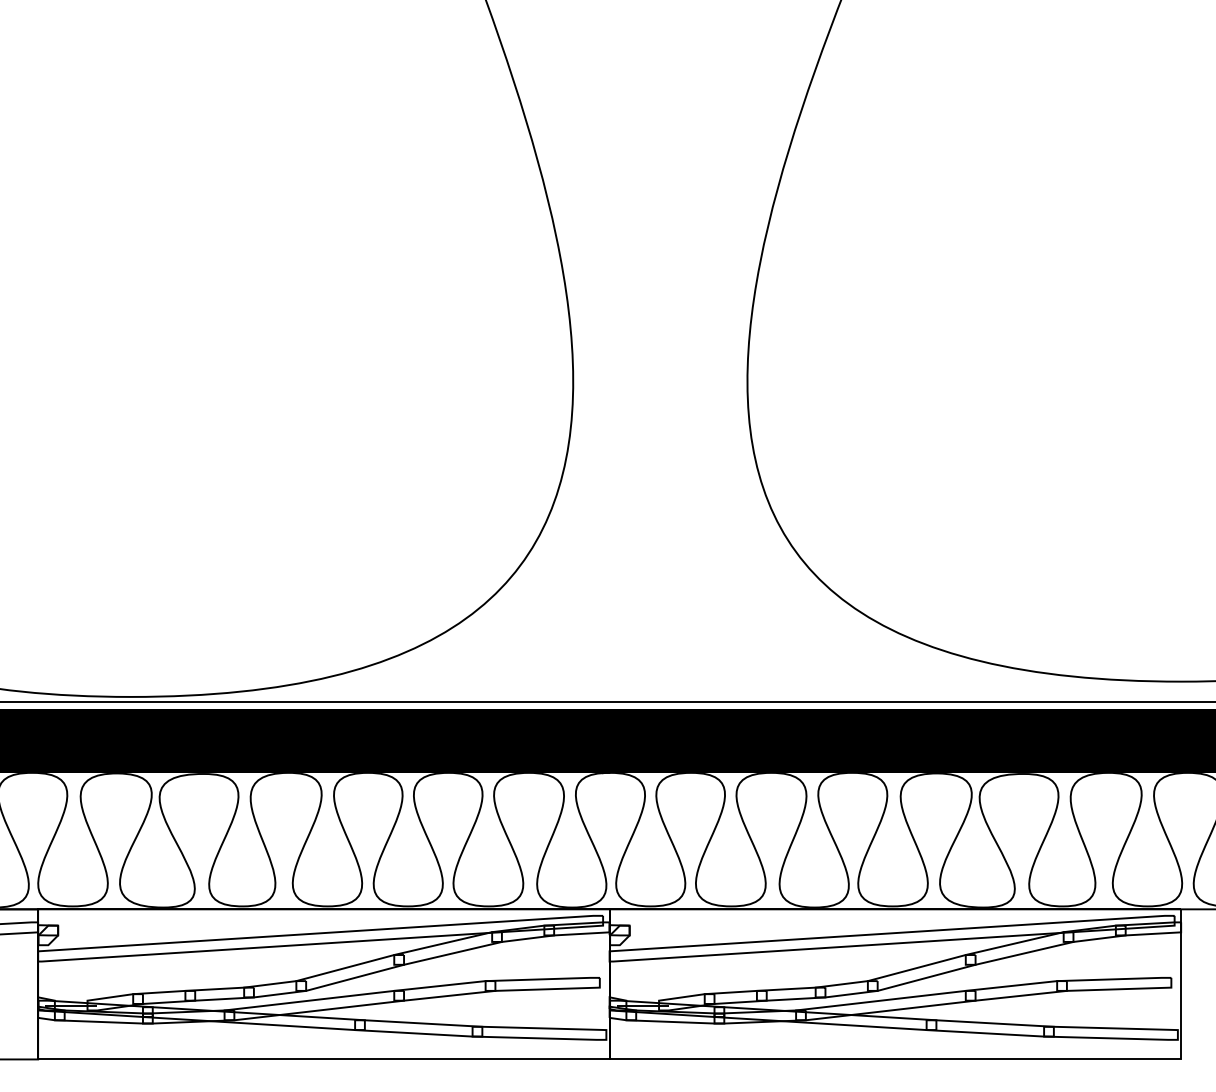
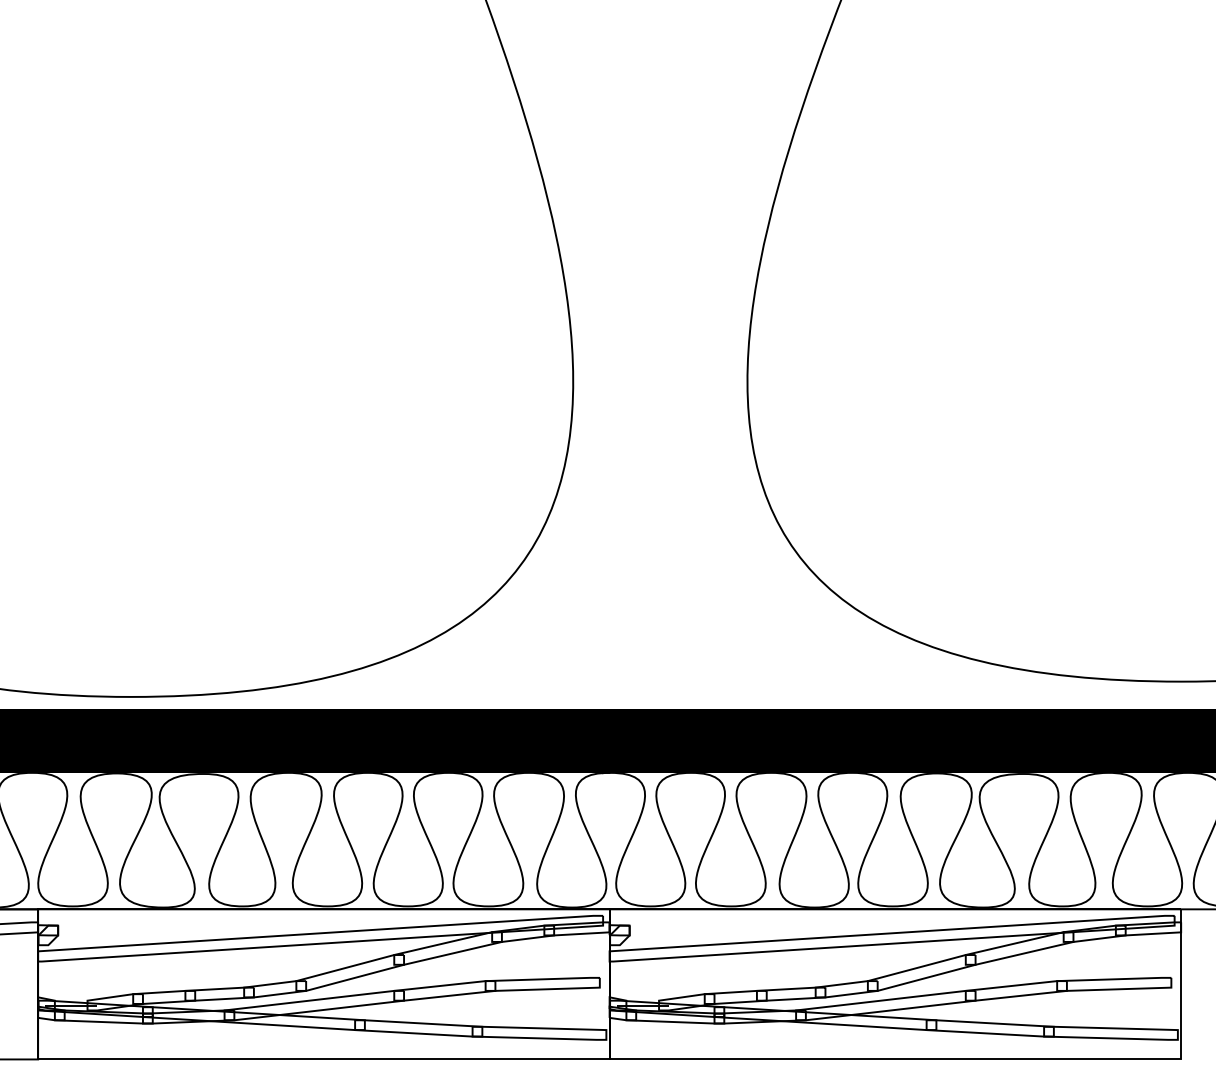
line at (607, 702): present -> none
